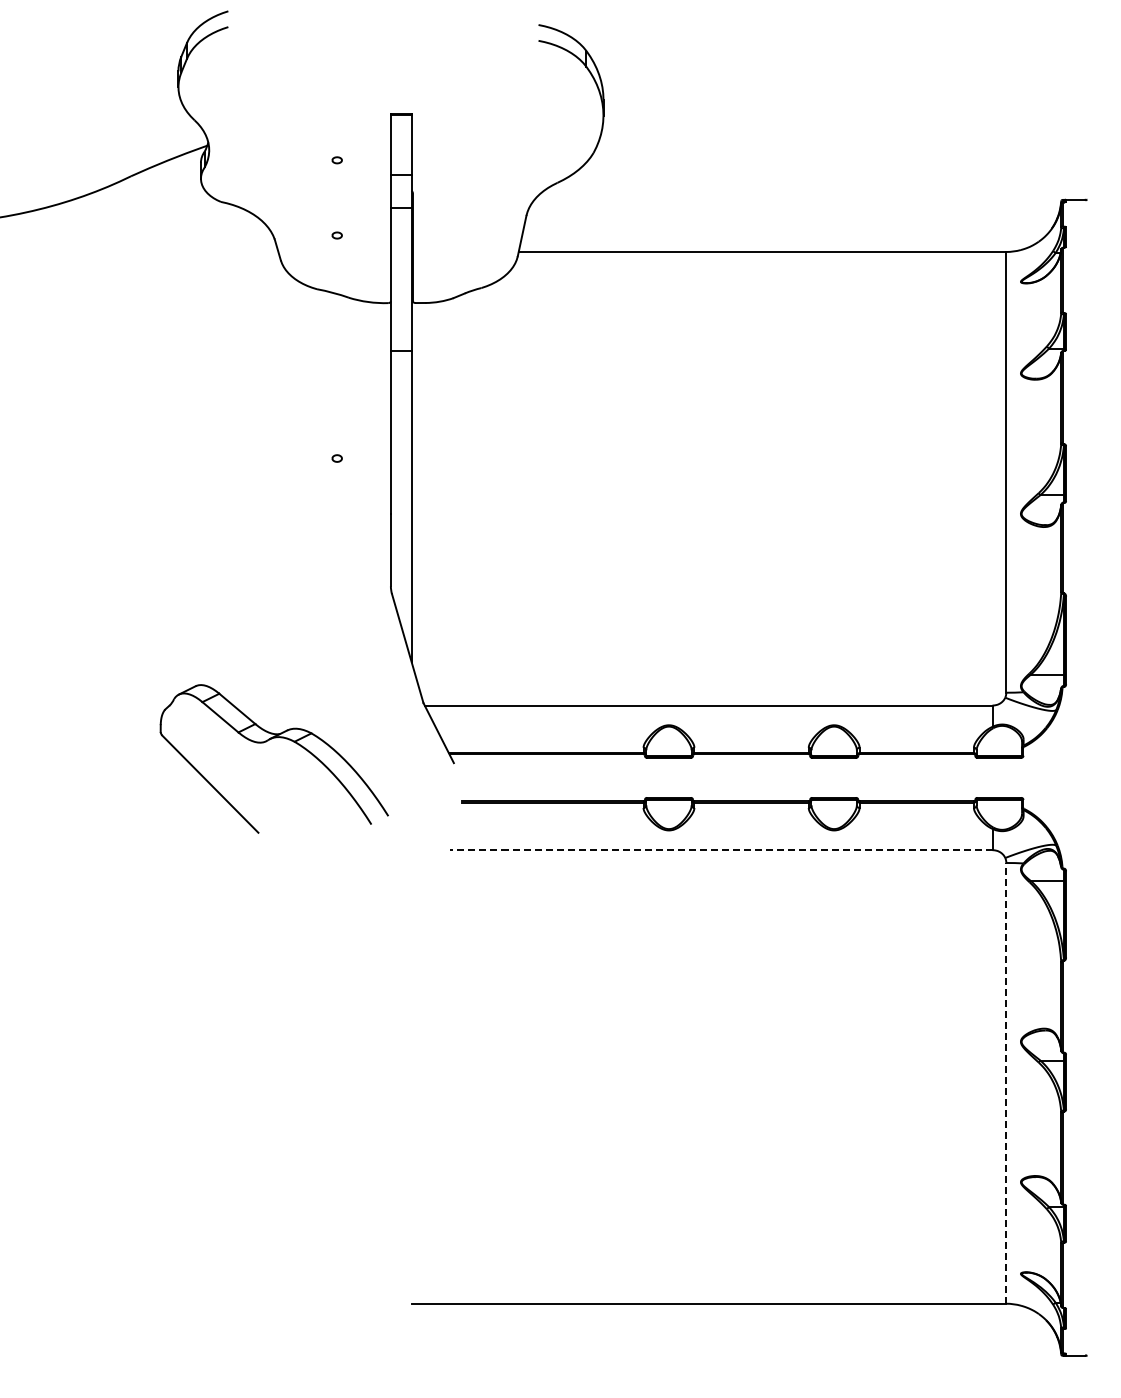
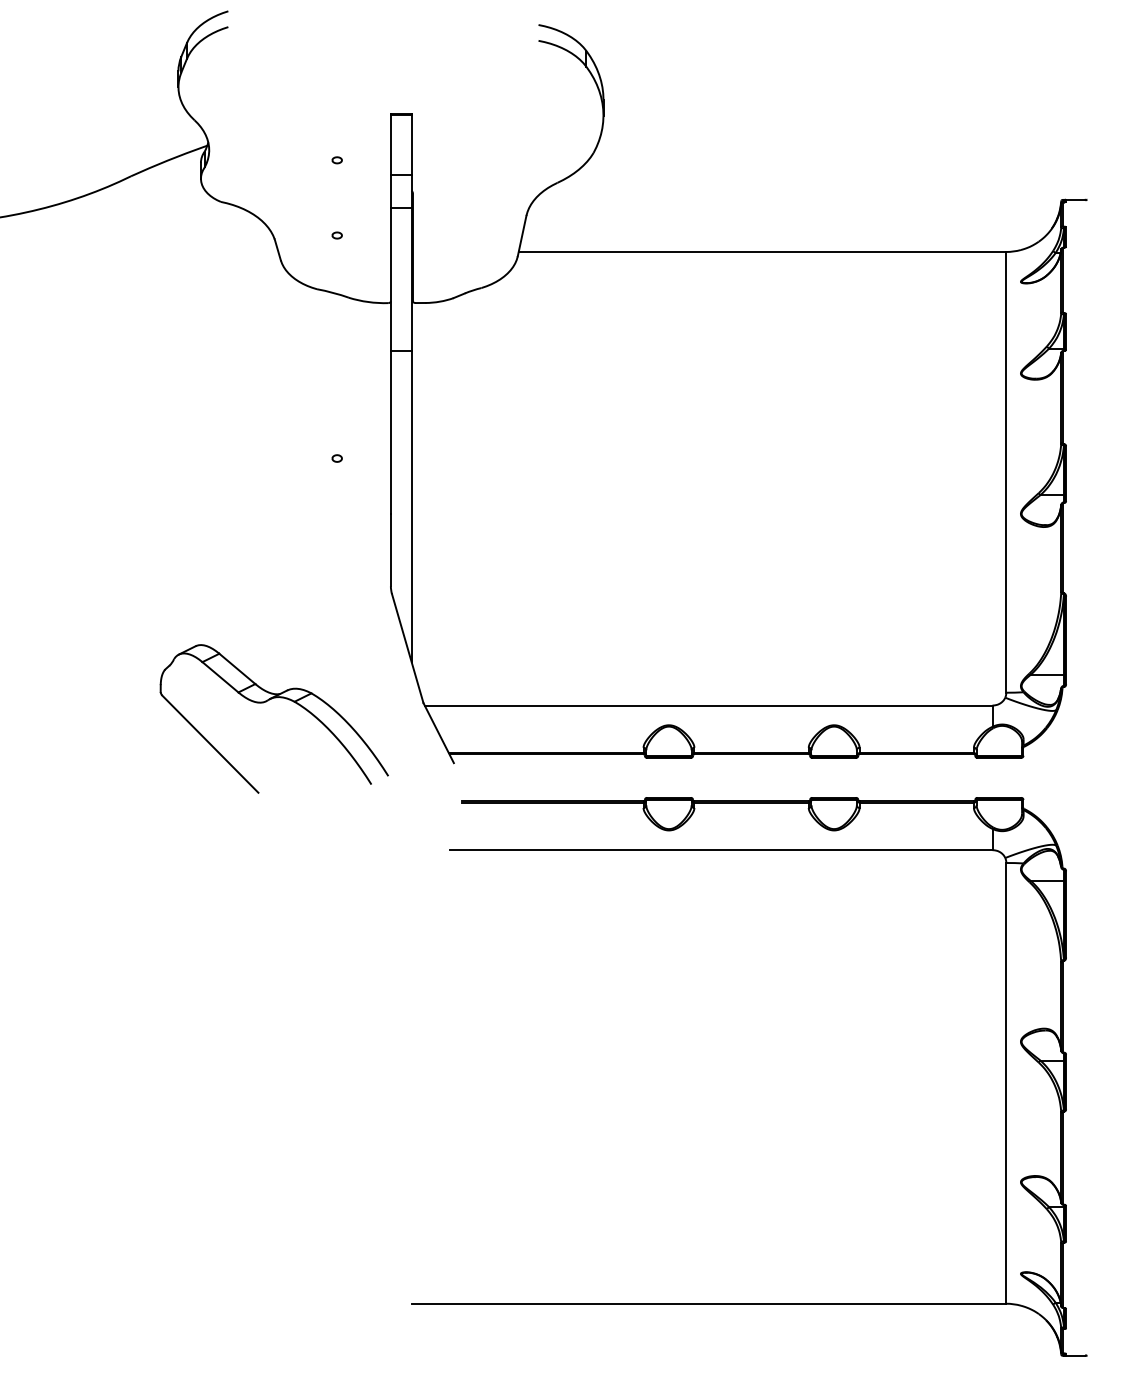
part at (266, 742) position: (266, 742) -> (266, 702)
line at (720, 850): dashed -> solid
line at (1006, 1082): dashed -> solid
